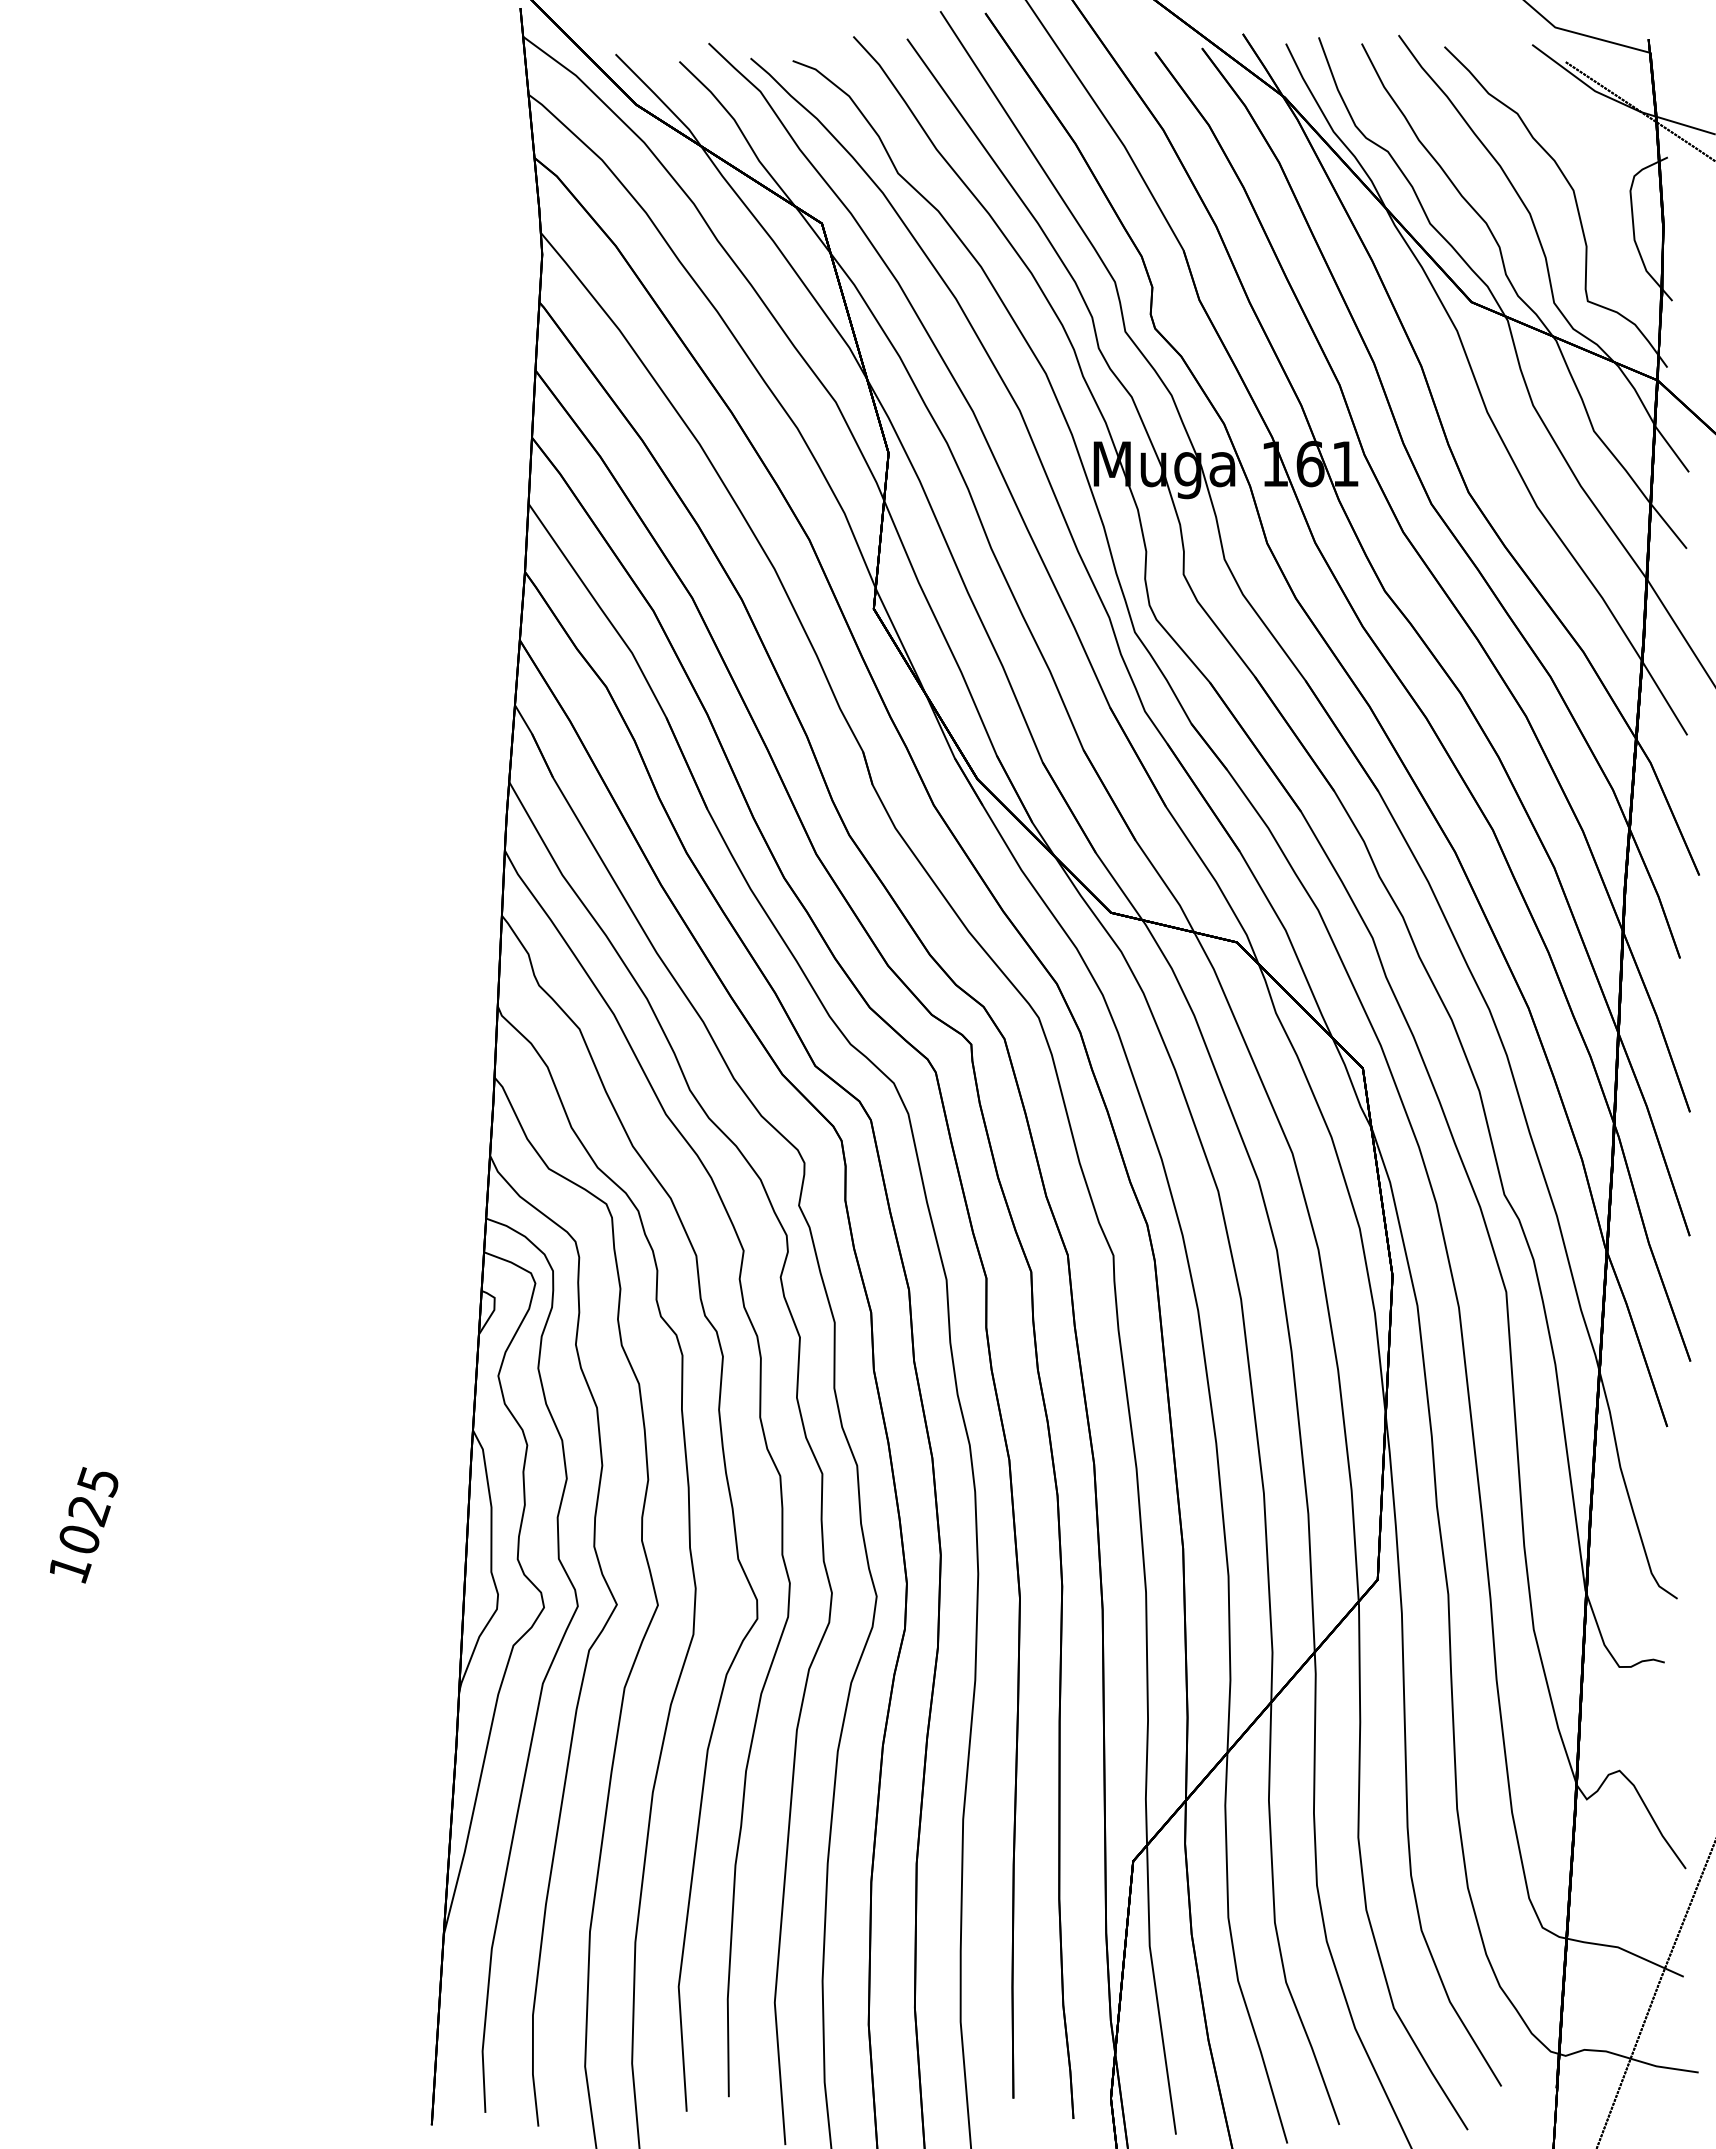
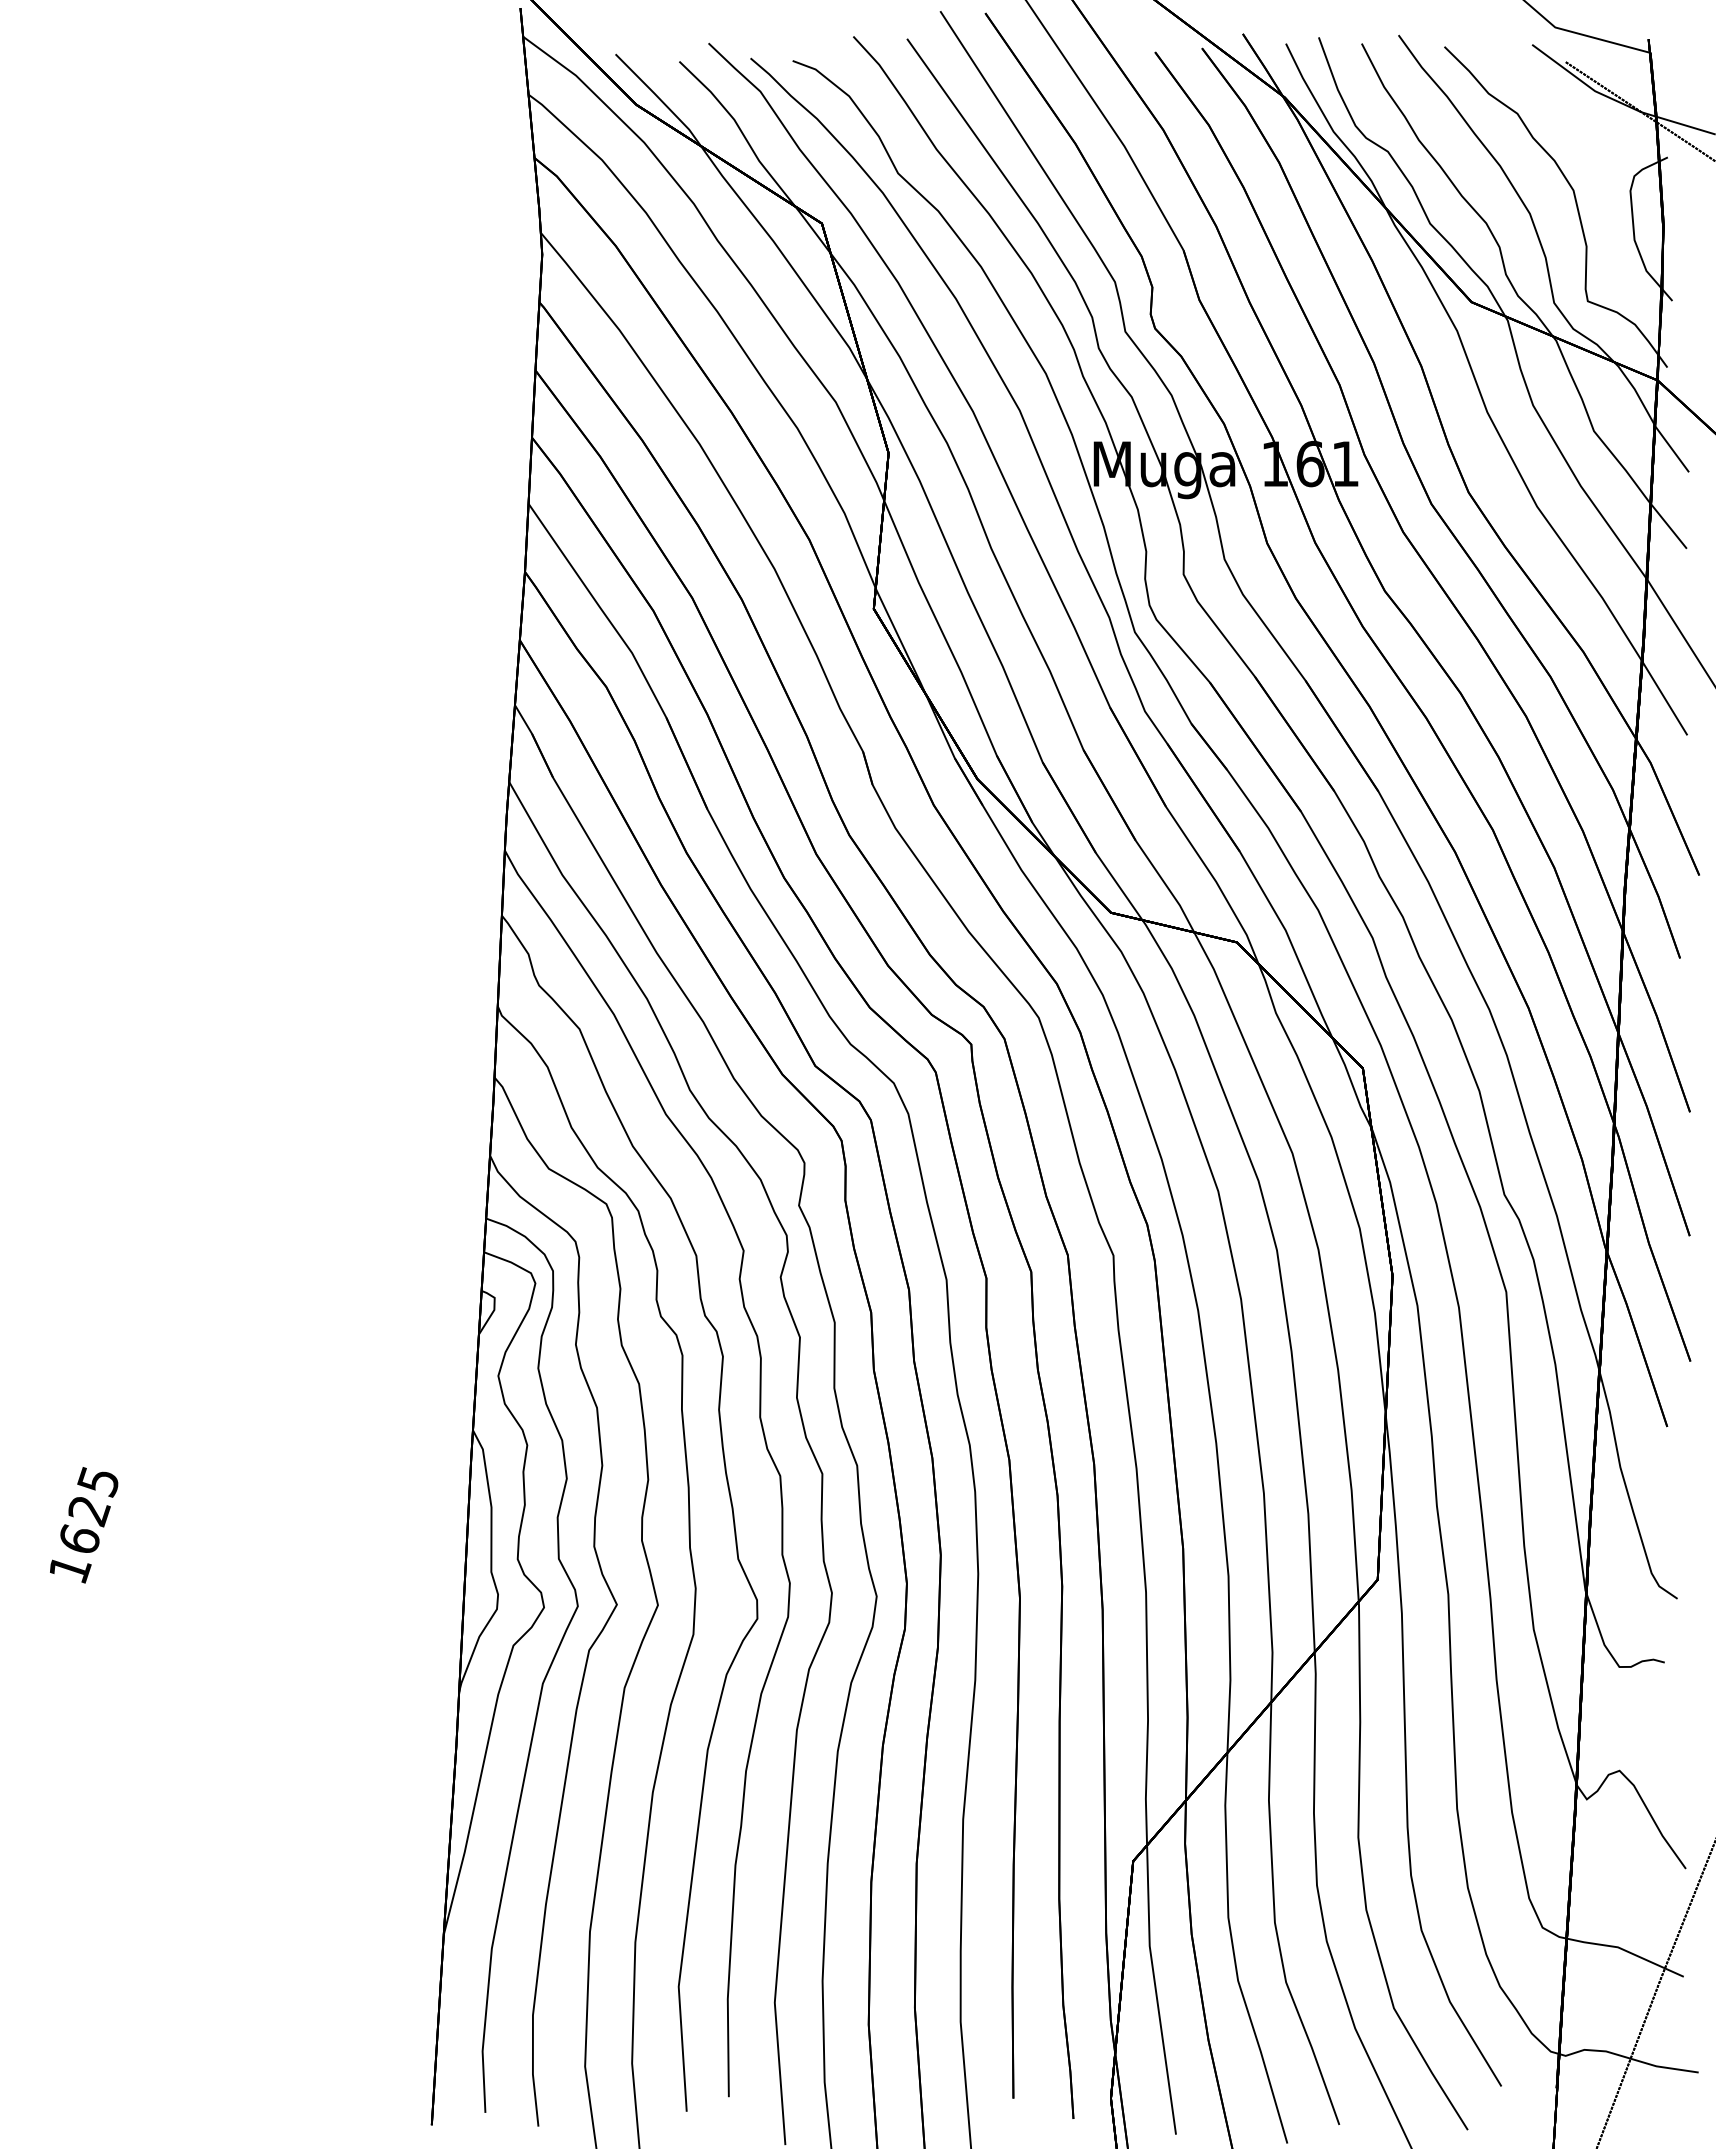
text at (79, 1538): 1025 -> 1625
